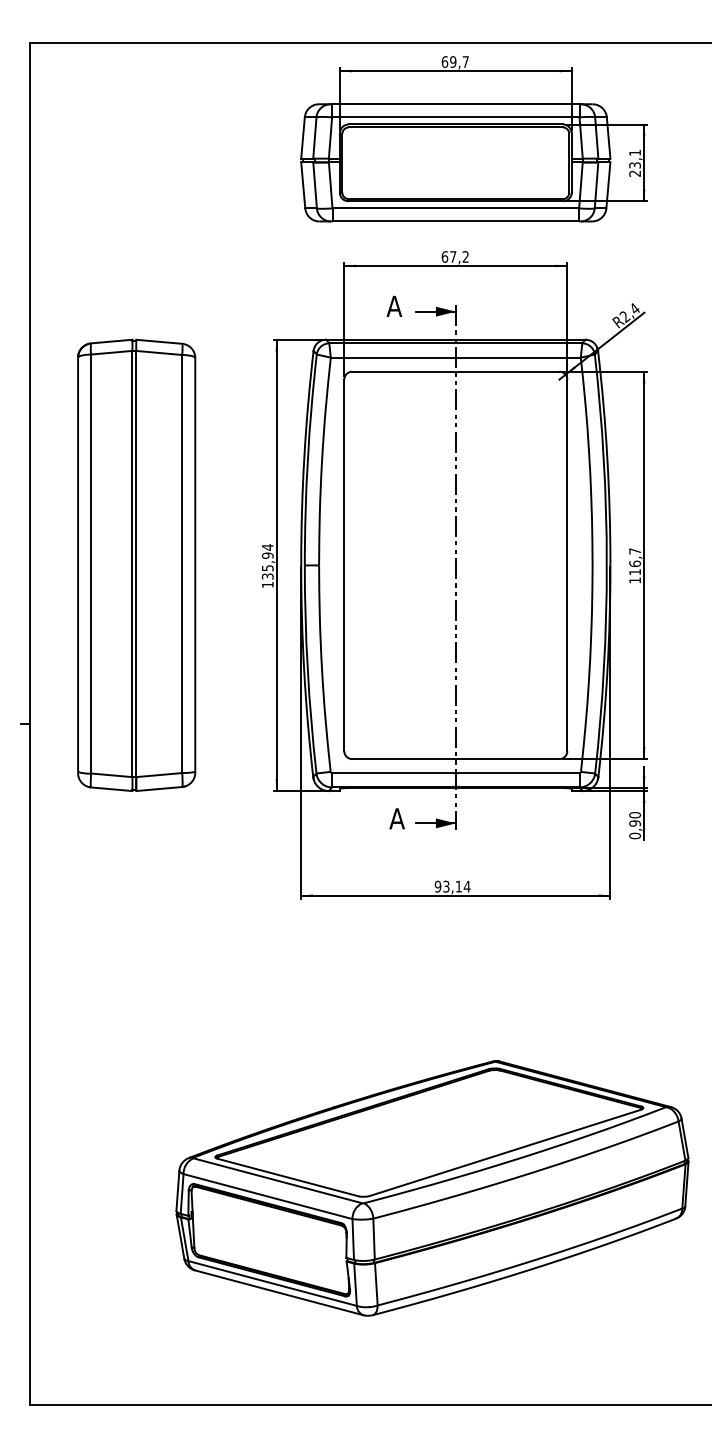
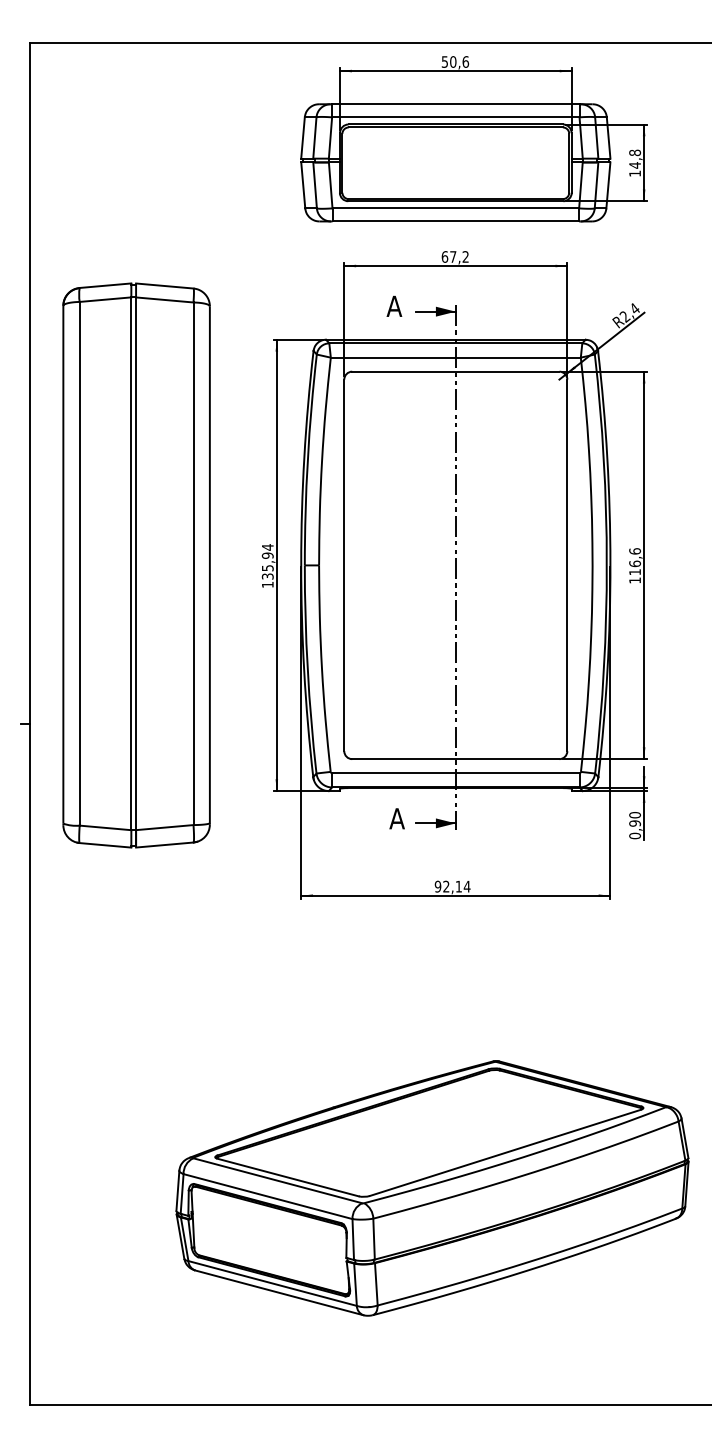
text at (455, 61): 69,7 -> 50,6
text at (635, 162): 23,1 -> 14,8
text at (635, 551): 116,7 -> 116,6
part at (136, 564) size: 120x454 px -> 149x567 px
text at (446, 886): 93,14 -> 92,14
